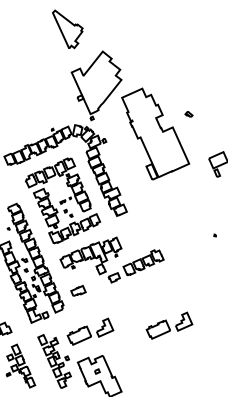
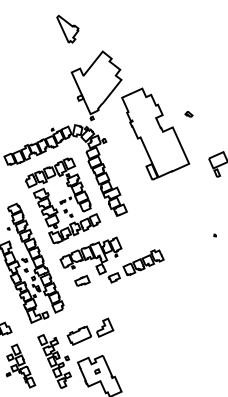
part at (67, 29) size: 32x41 px -> 24x30 px
part at (78, 290) position: (78, 290) -> (82, 280)
part at (169, 325): present -> none
